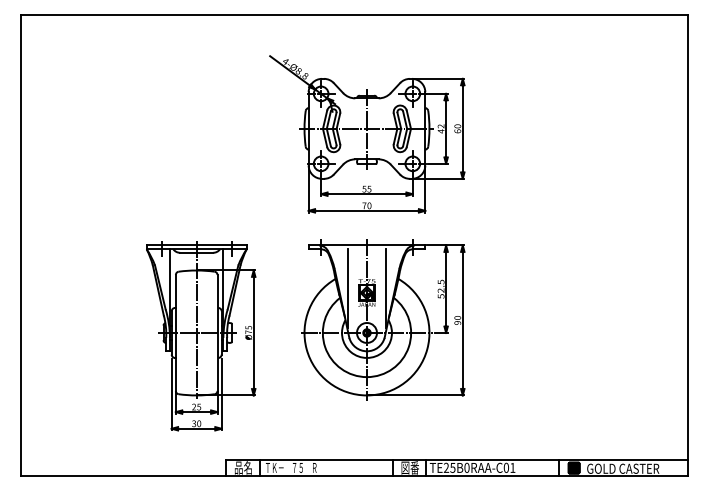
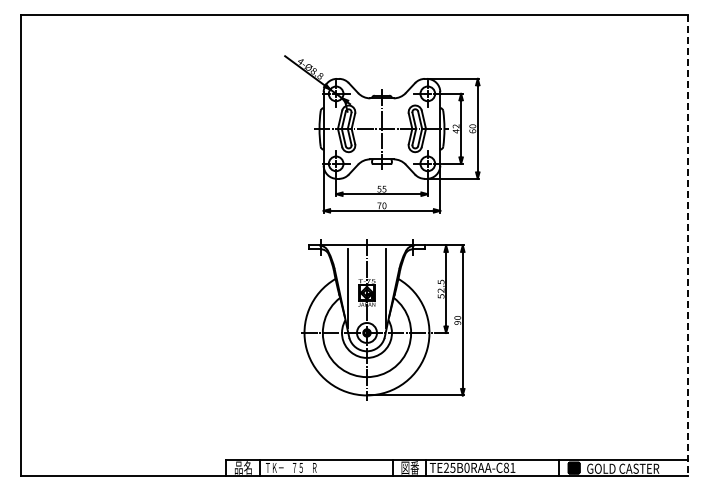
part at (367, 134) position: (367, 134) -> (382, 134)
line at (687, 245): solid -> dashed
part at (201, 336): present -> none
text at (506, 468): TE25B0RAA-C01 -> TE25B0RAA-C81
